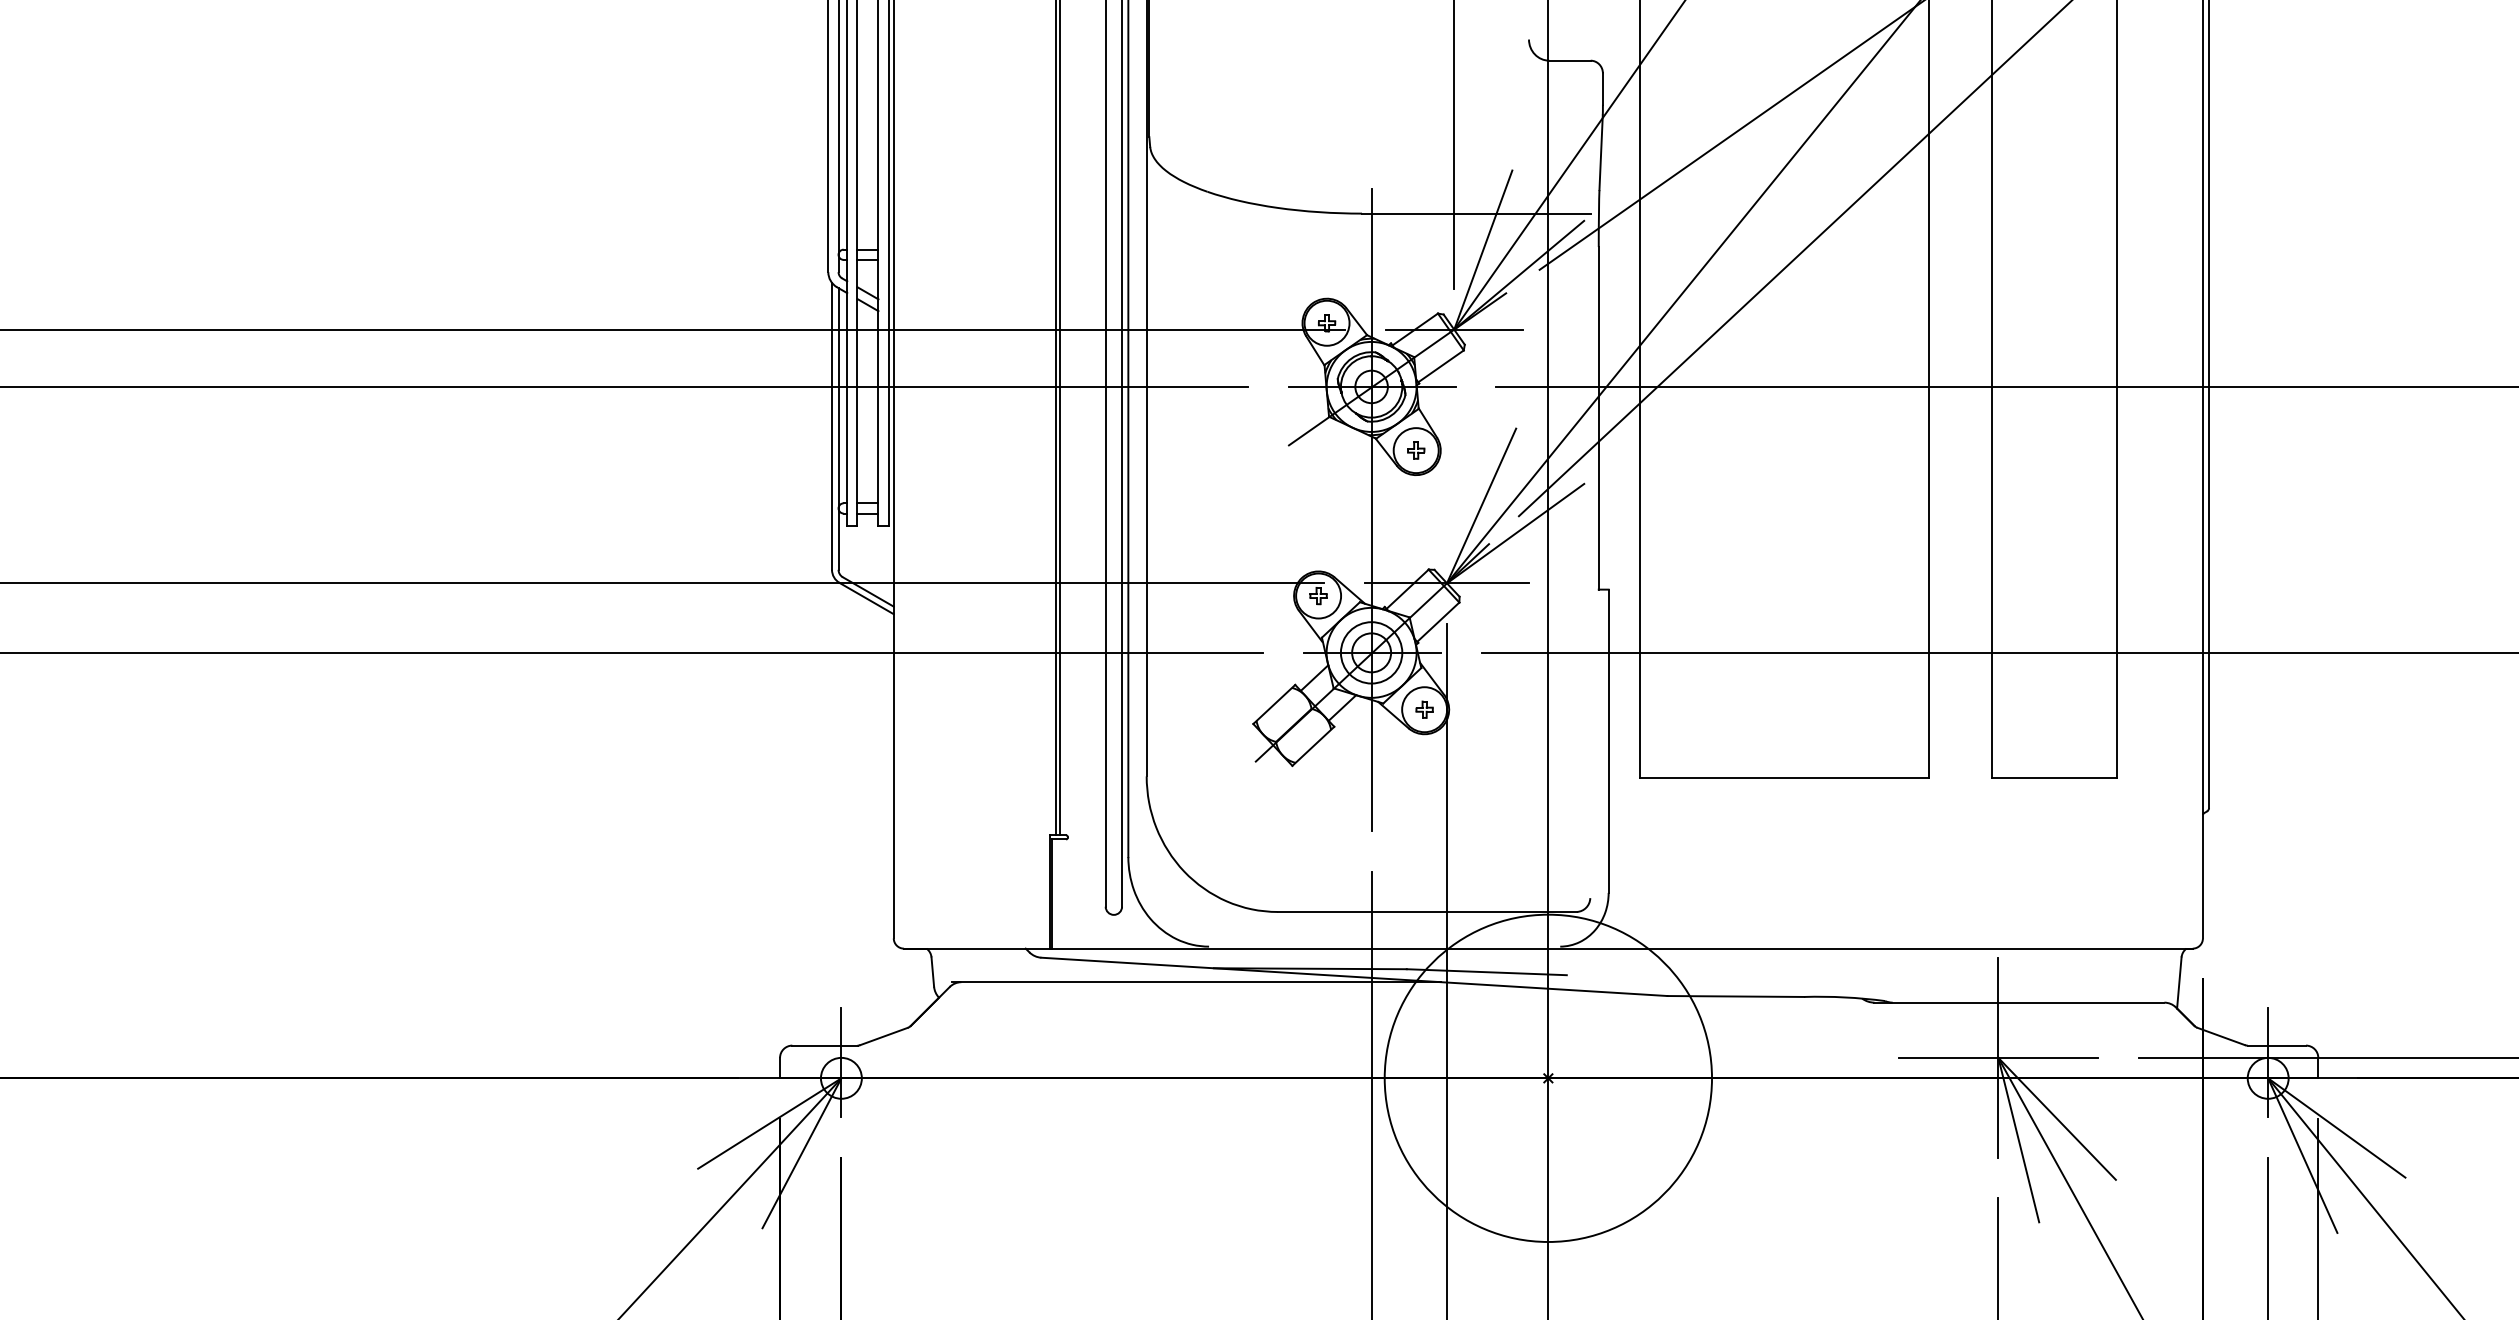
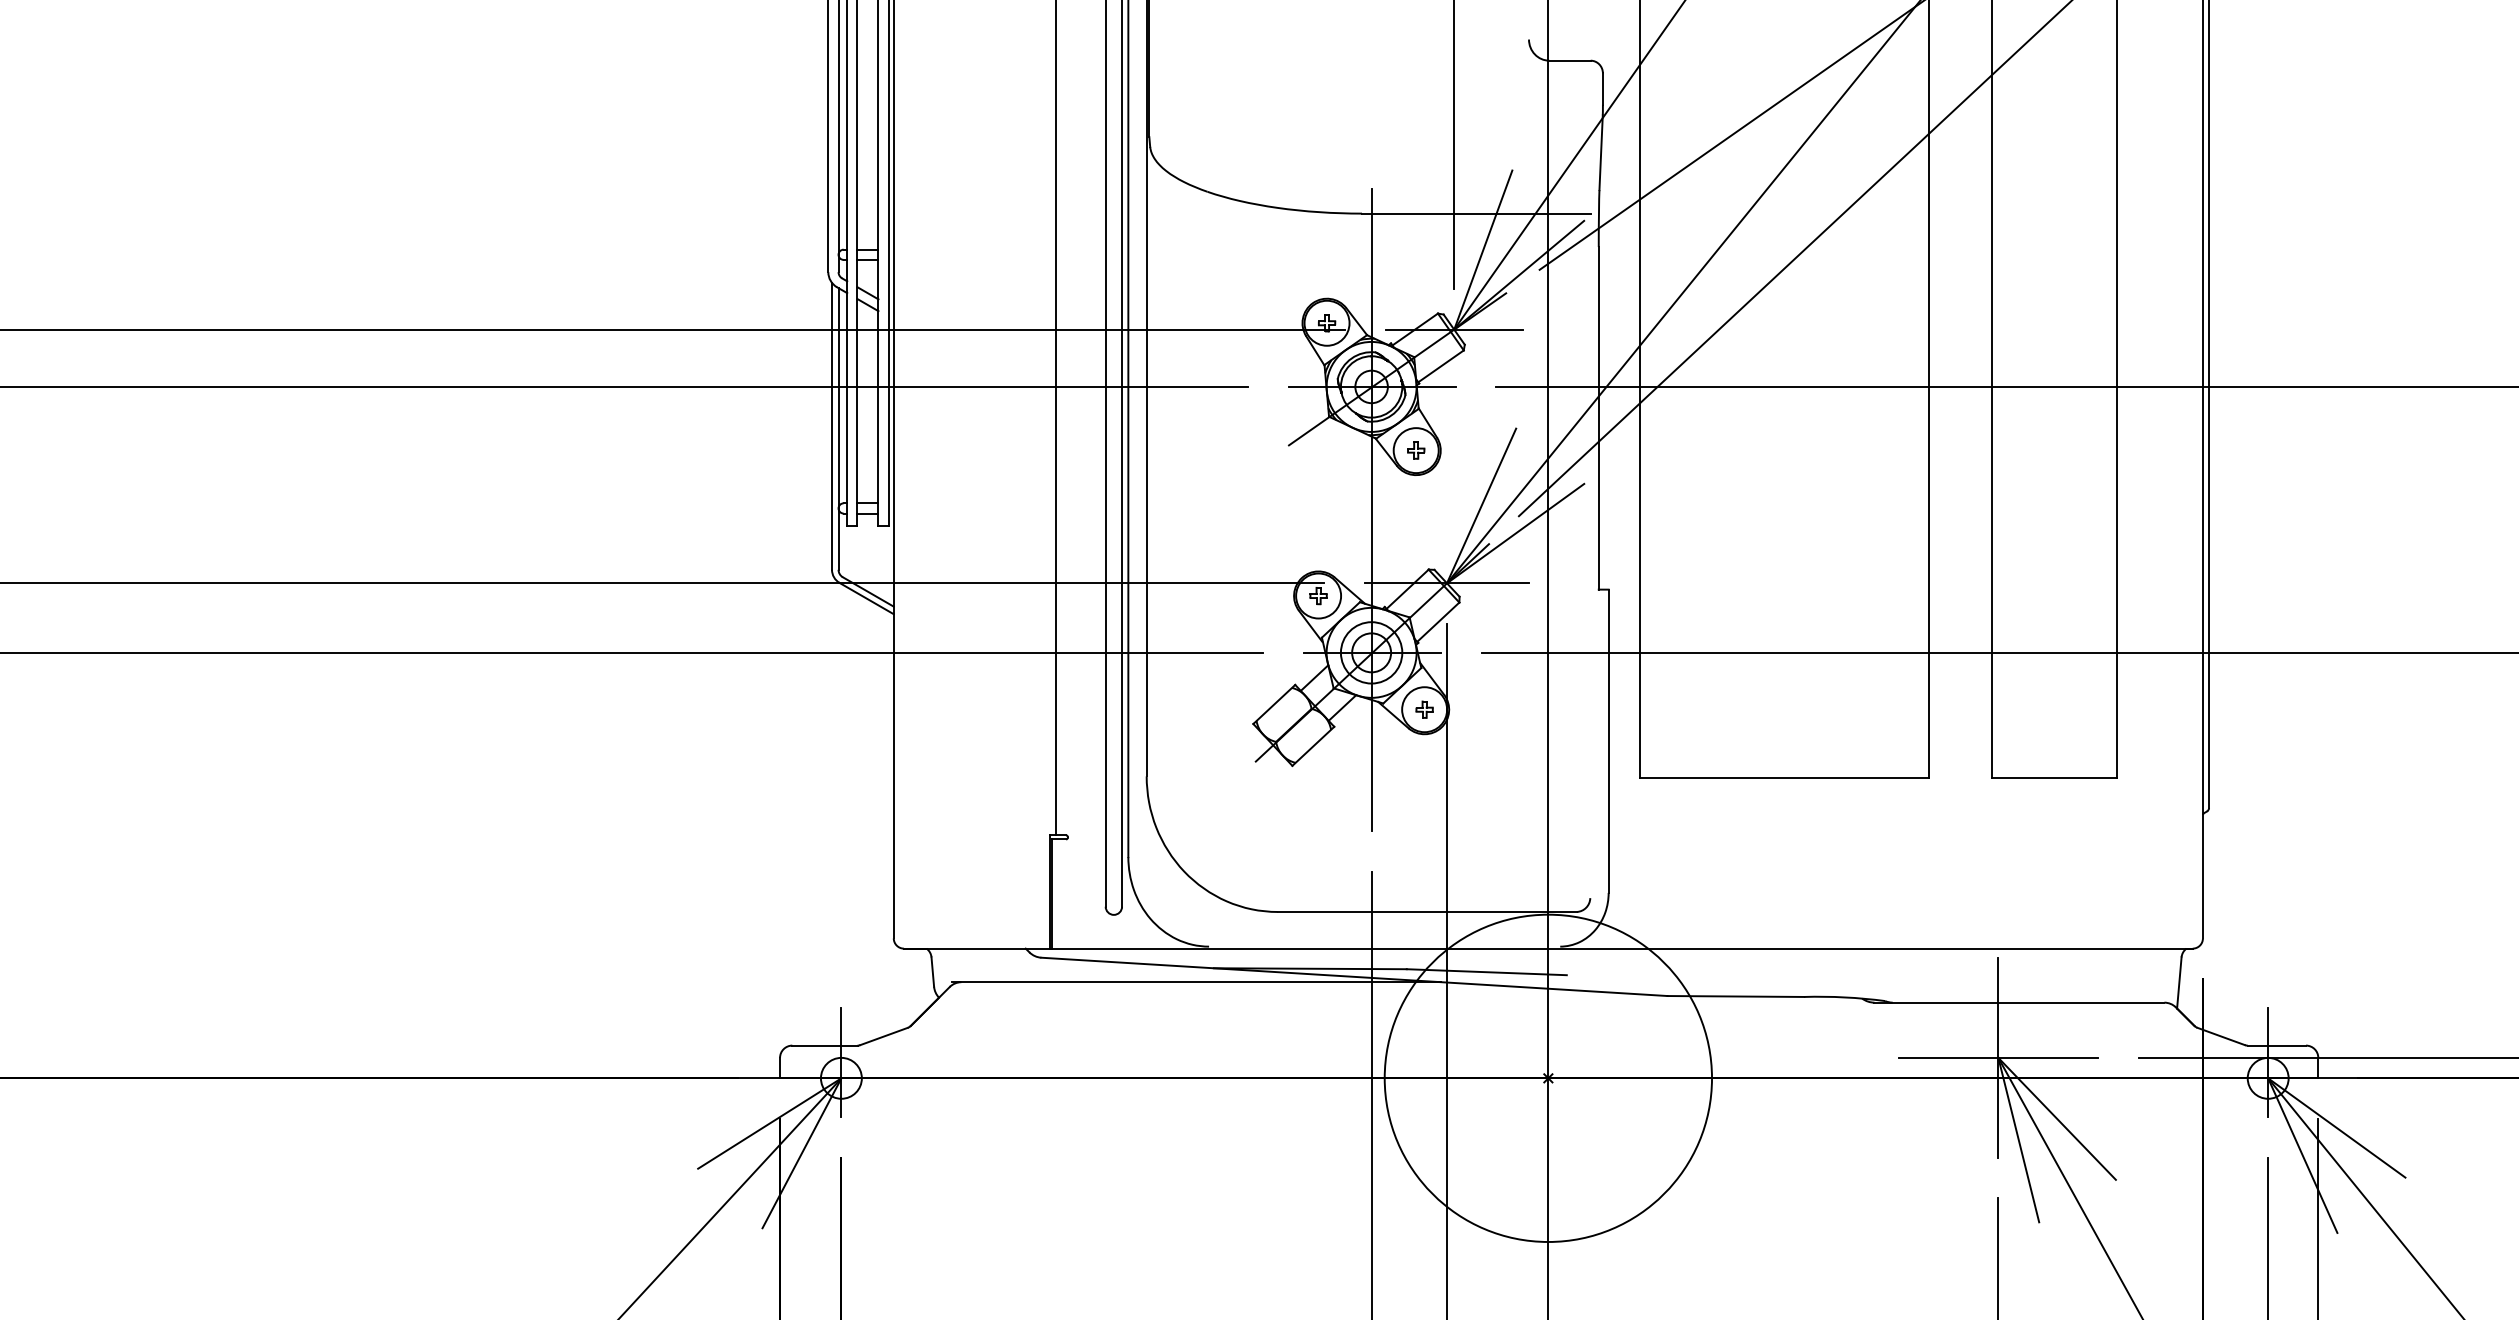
line at (1059, 418): present -> none
